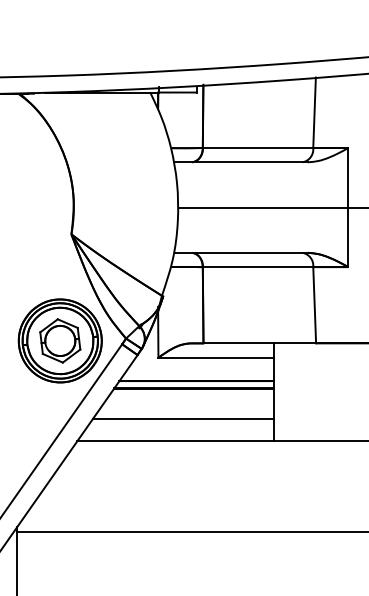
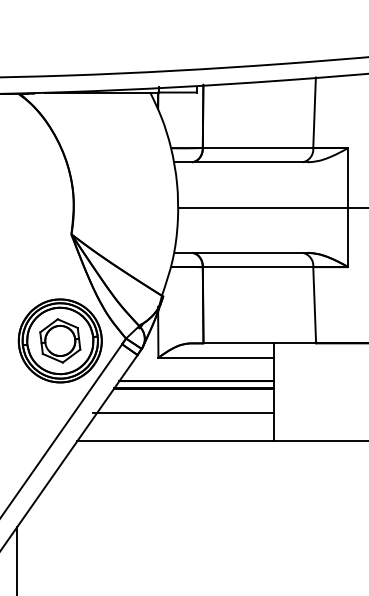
line at (183, 418) position: (183, 418) -> (183, 412)
line at (191, 532): present -> none
